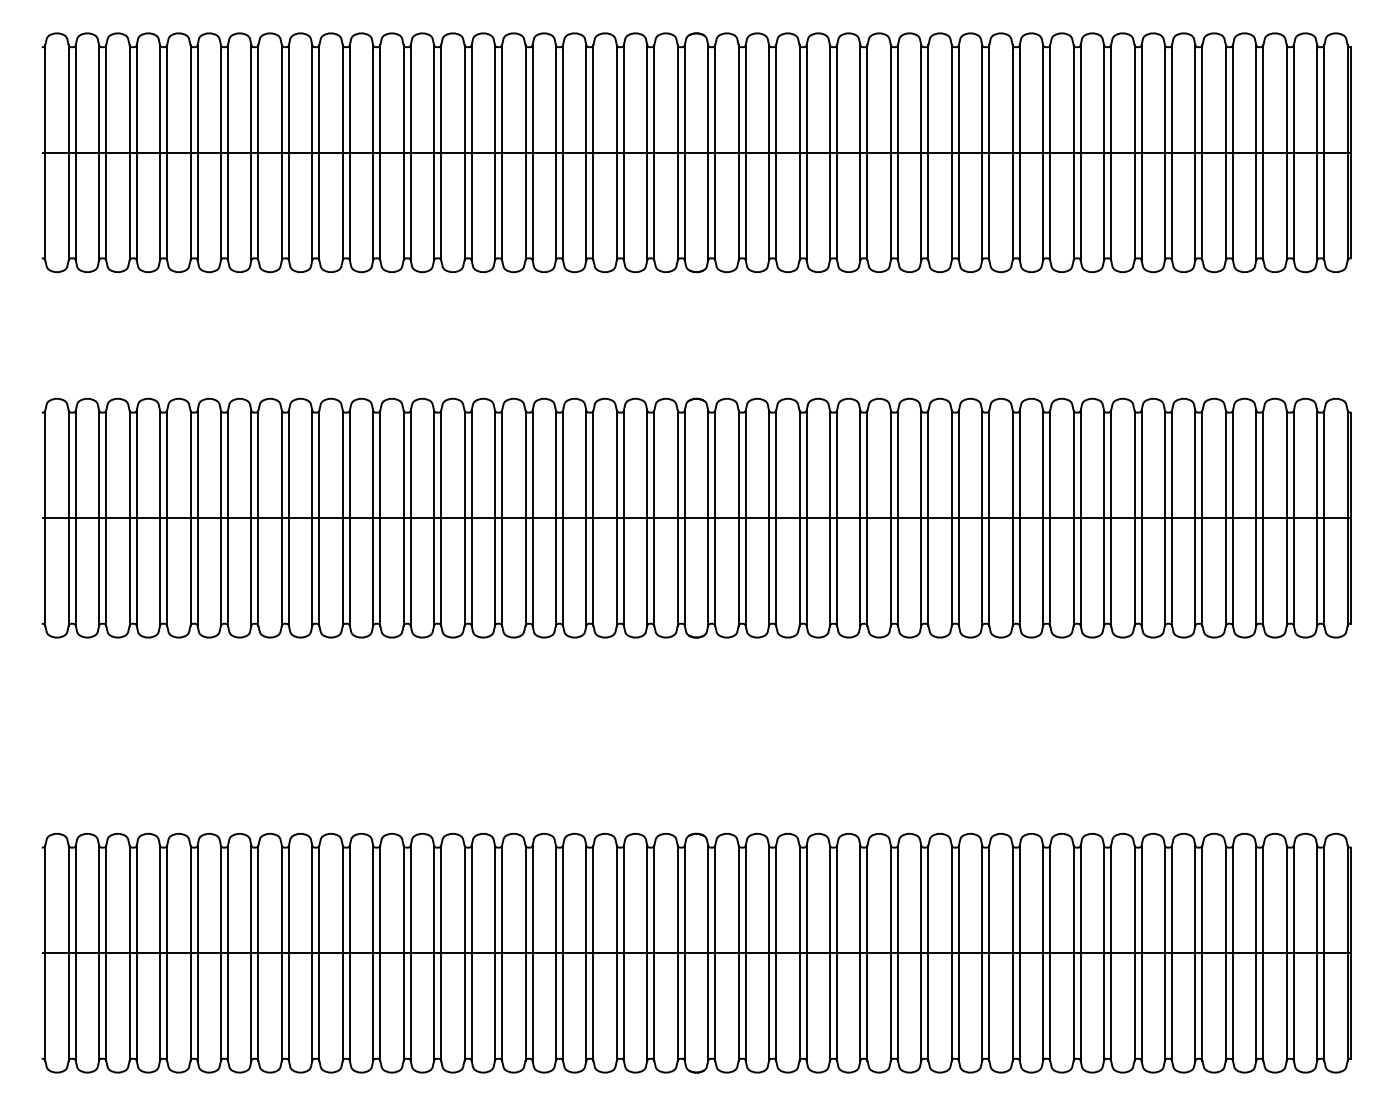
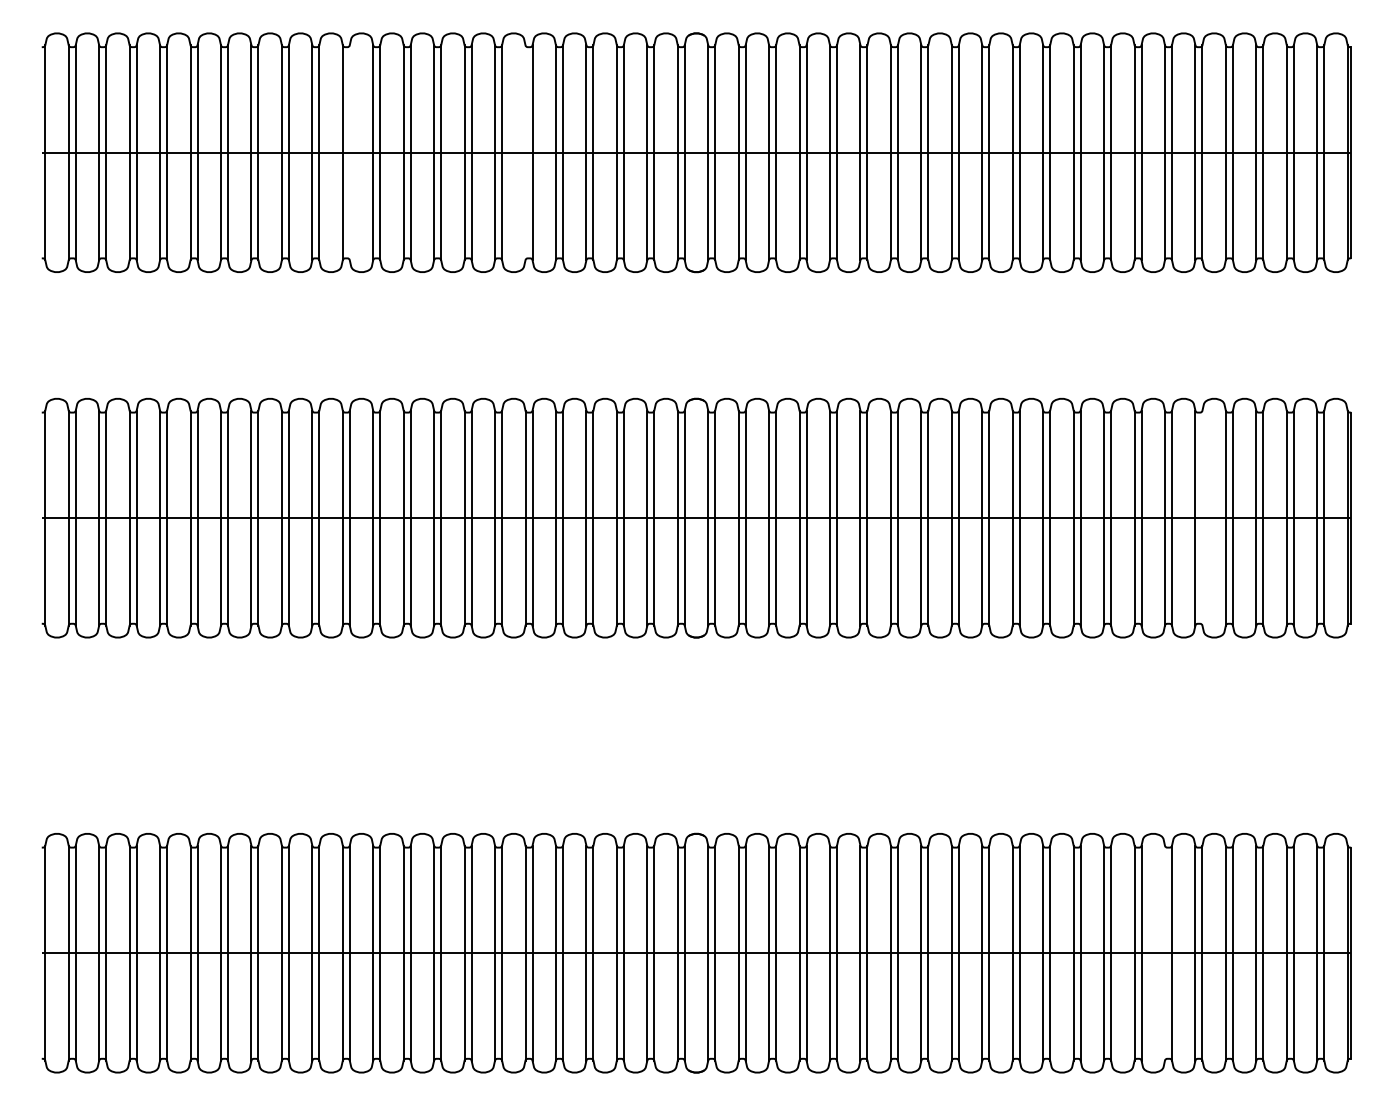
line at (349, 152): present -> none
line at (525, 152): present -> none
line at (1202, 517): present -> none
line at (1164, 952): present -> none
